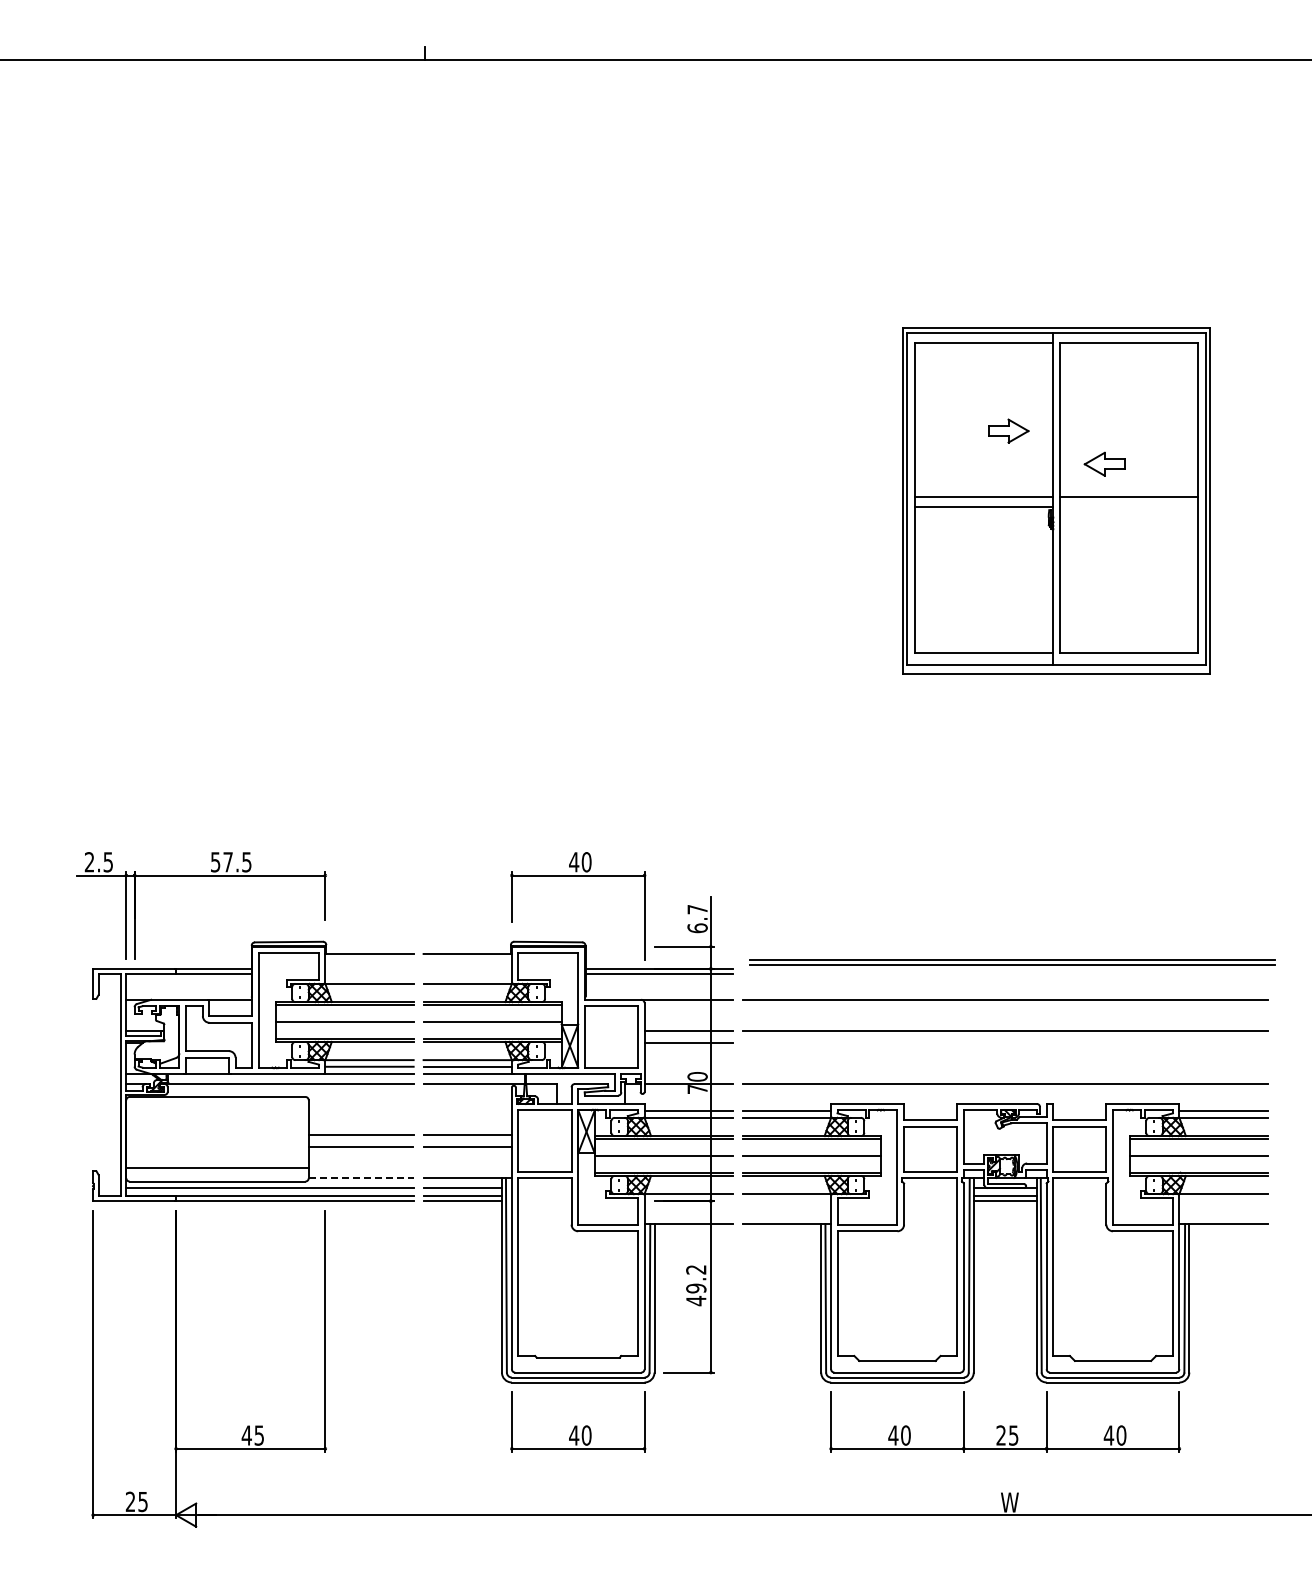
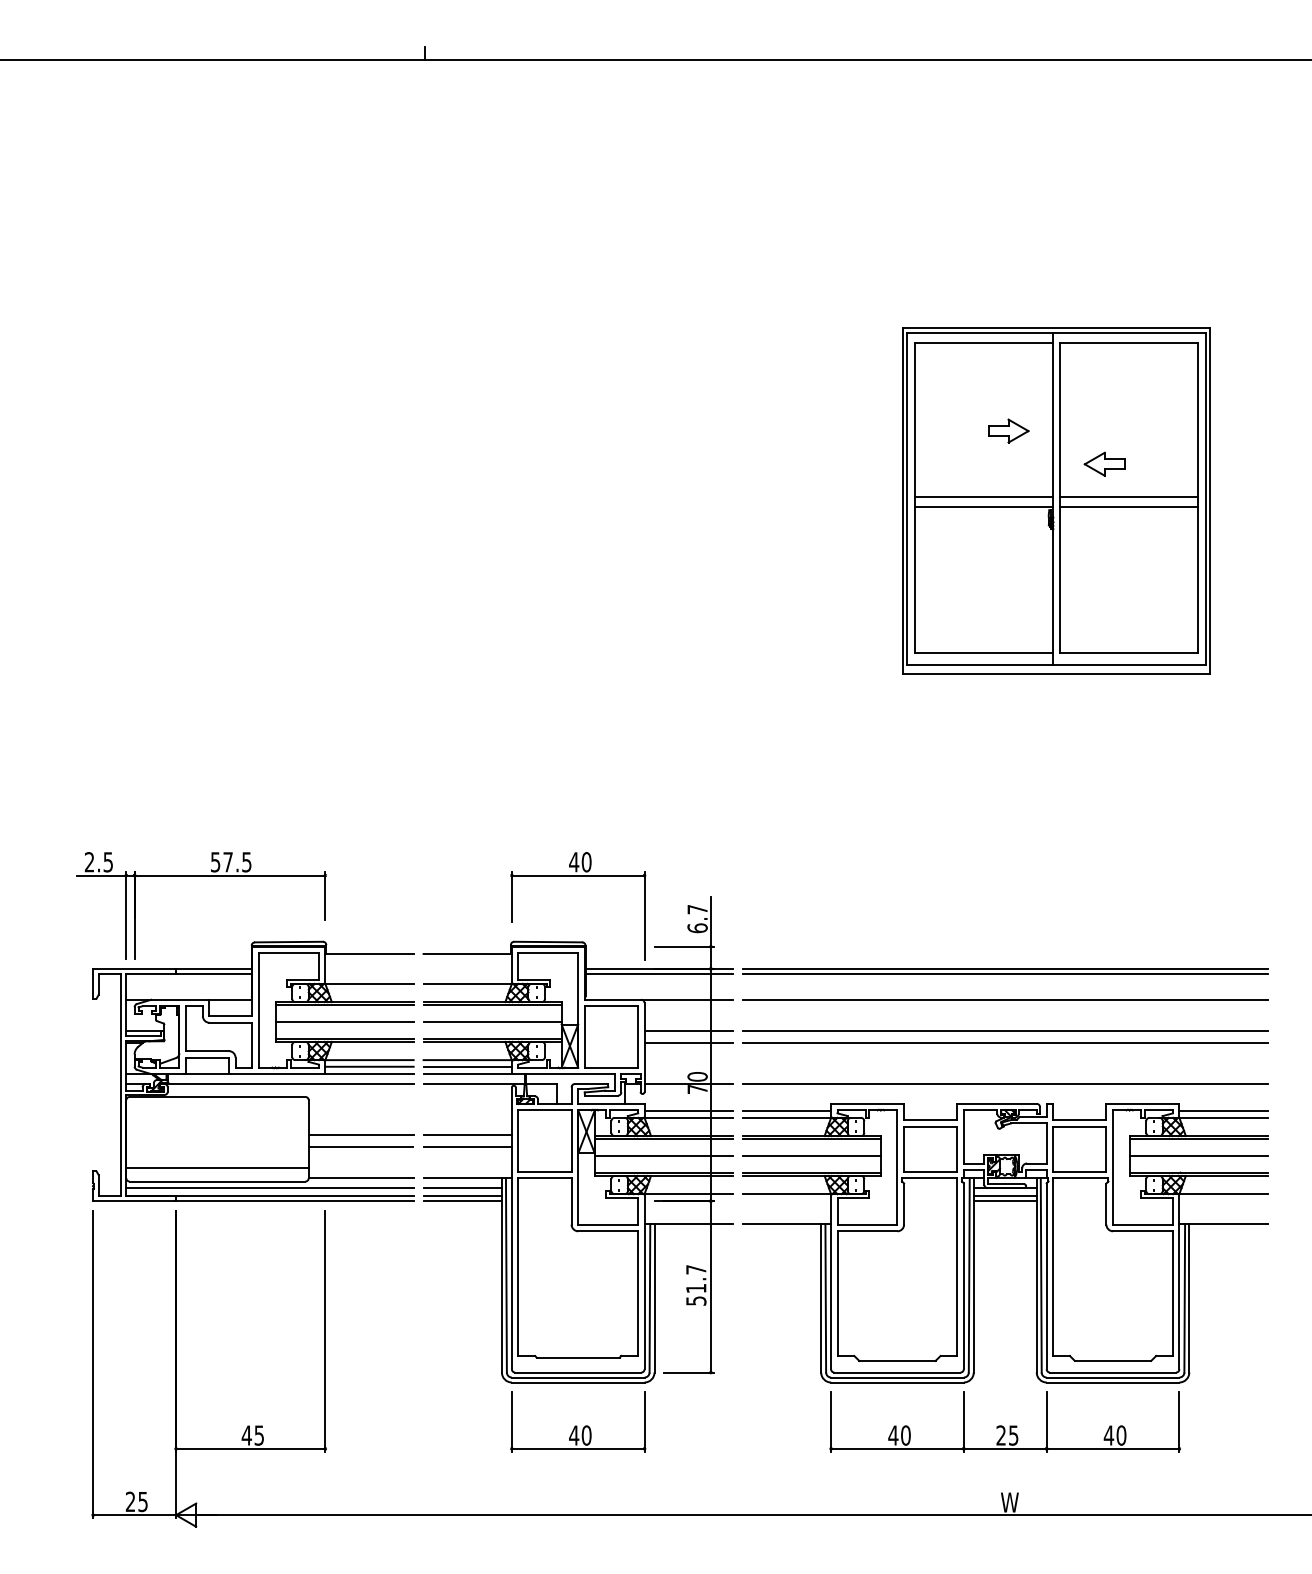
line at (1128, 507): none -> present
part at (1012, 962) position: (1012, 962) -> (1005, 971)
line at (1004, 1042): none -> present
line at (361, 1178): dashed -> solid
text at (696, 1285): 49.2 -> 51.7
